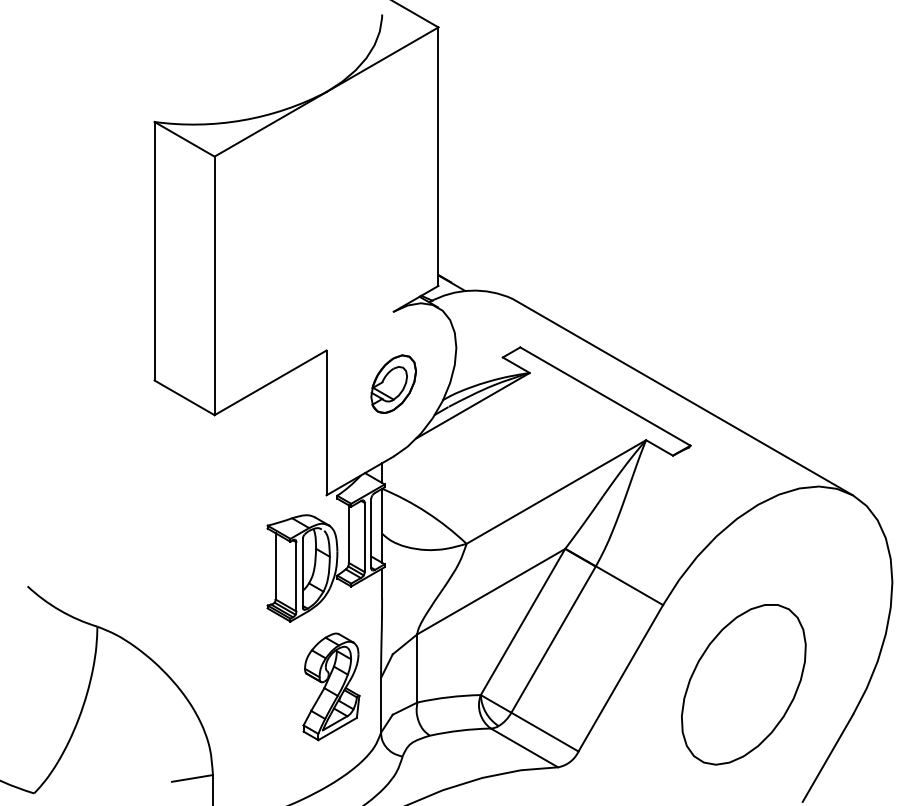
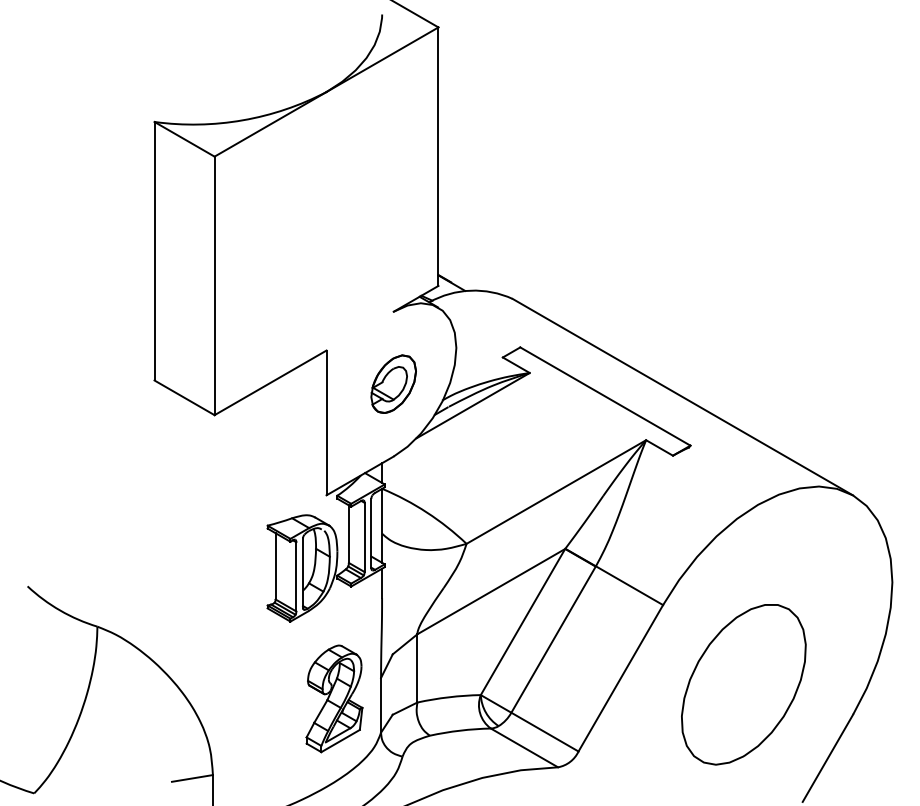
part at (331, 686) position: (331, 686) -> (334, 698)
